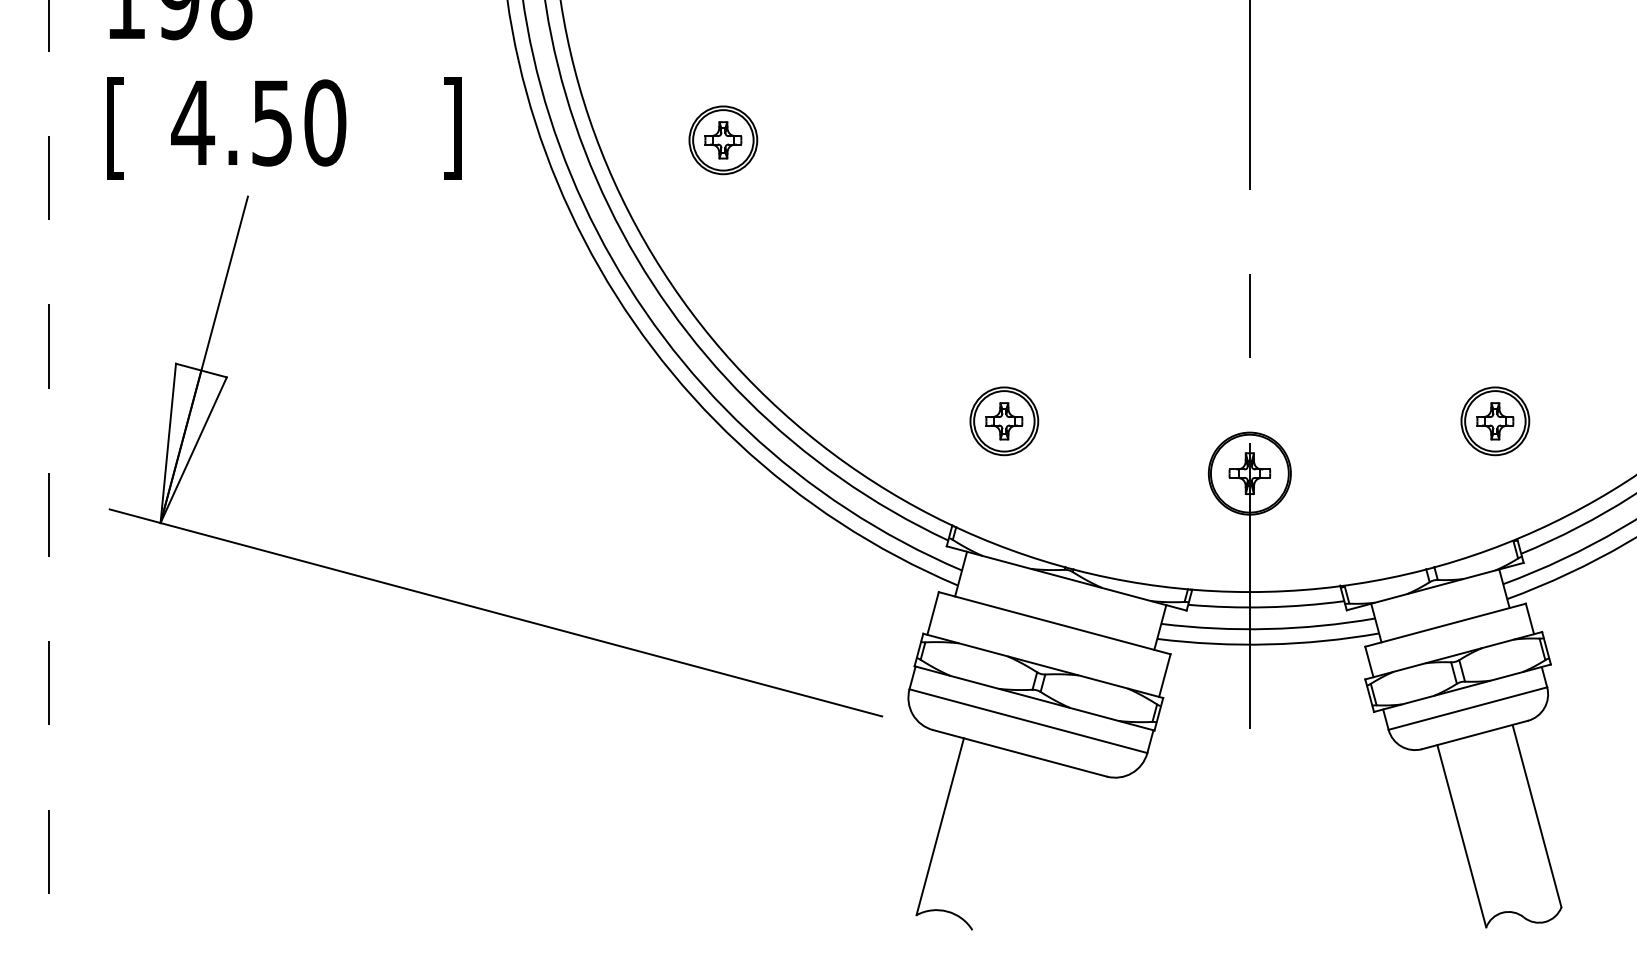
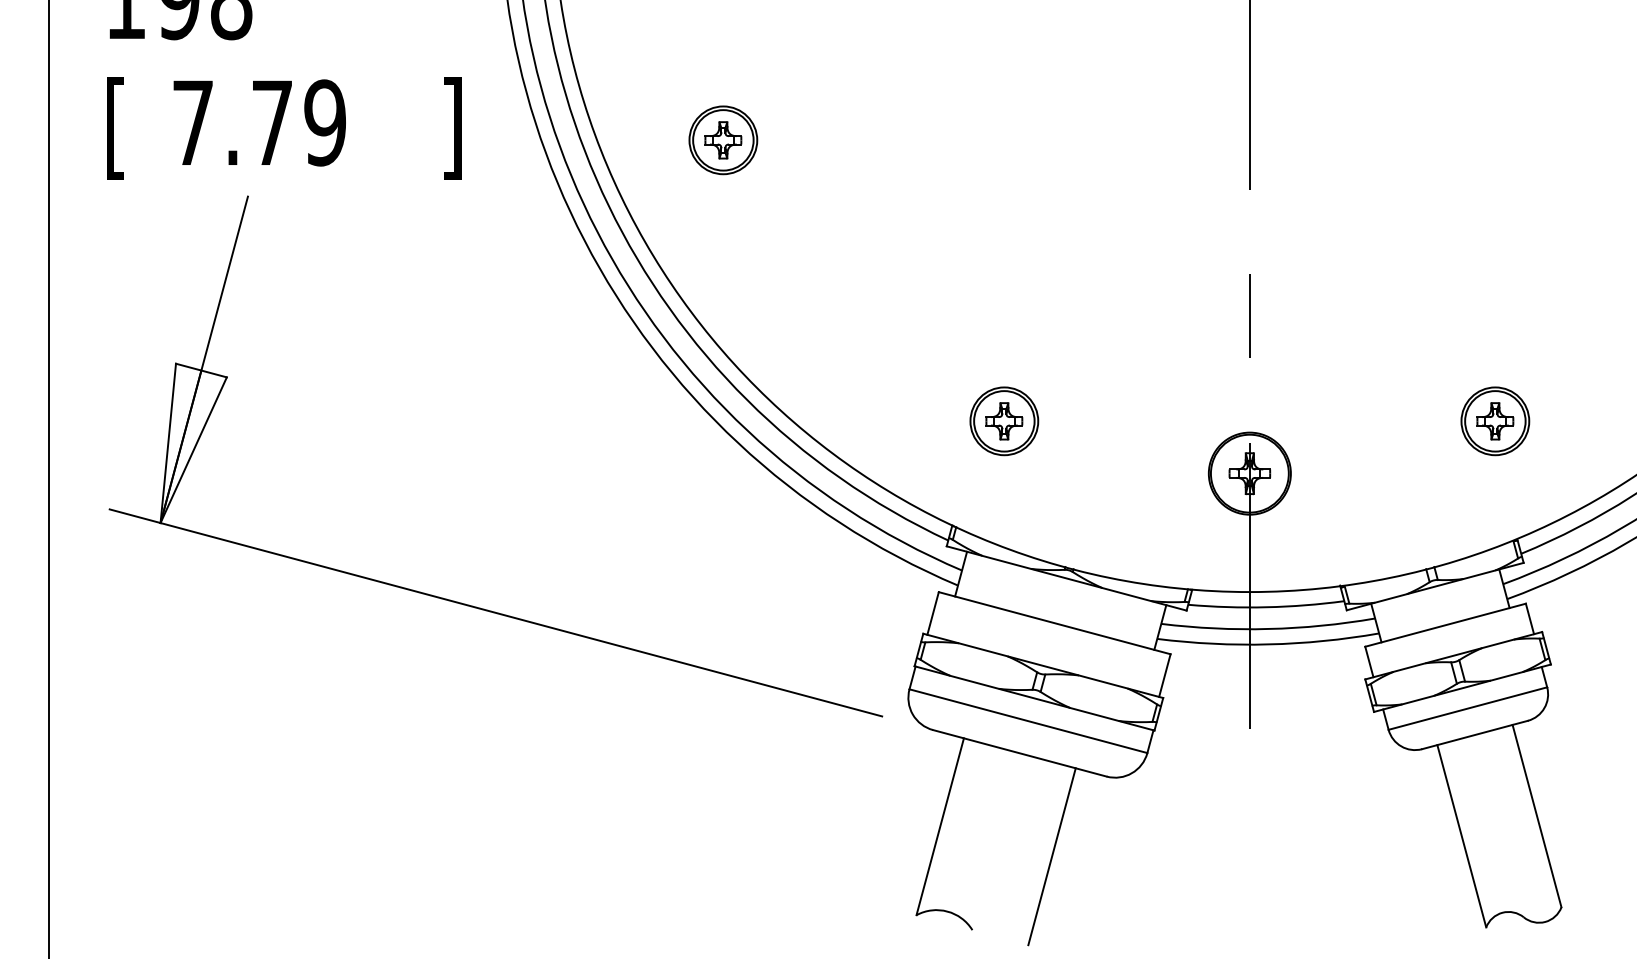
text at (258, 122): 4.50 -> 7.79
line at (49, 478): dashed -> solid
line at (1051, 856): none -> present
